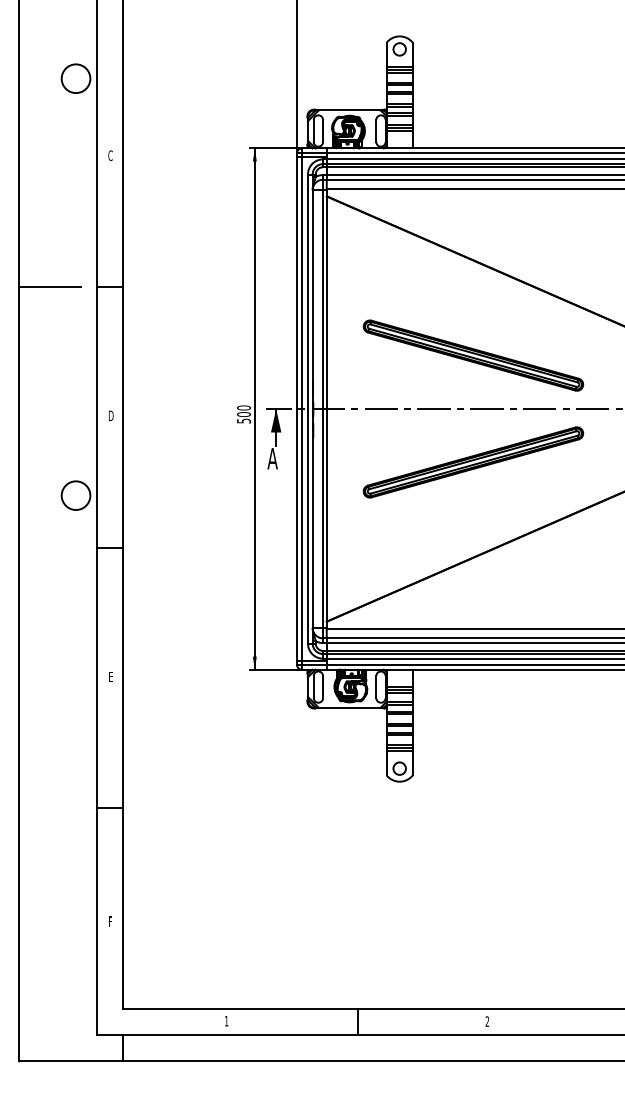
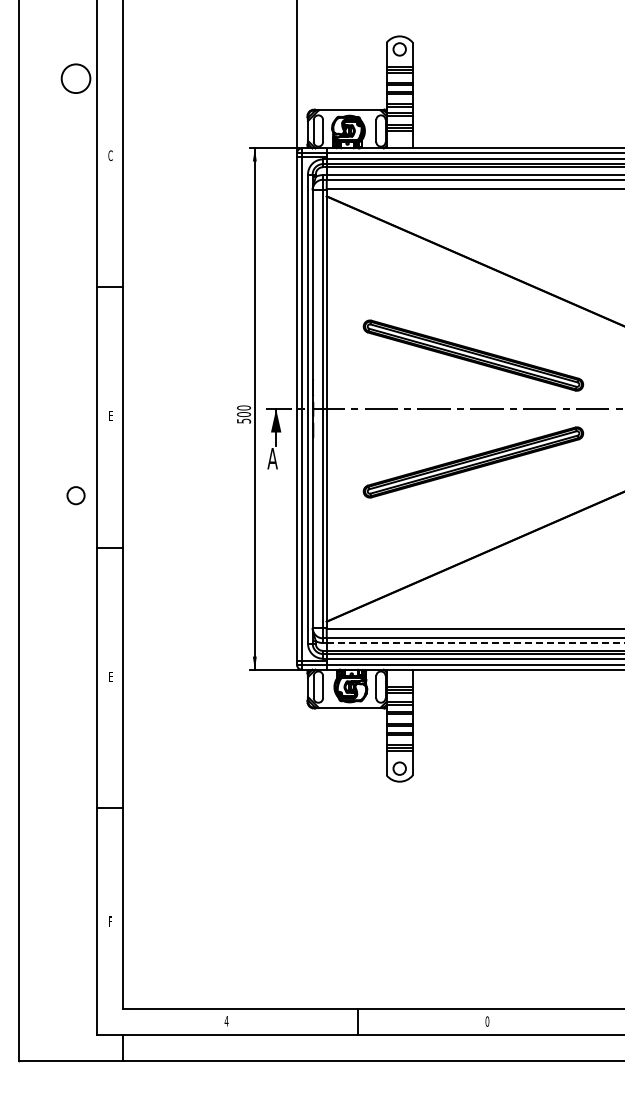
line at (49, 287): present -> none
text at (111, 415): D -> E
circle at (75, 495) diameter: 29 px -> 17 px
line at (475, 643): solid -> dashed
text at (226, 1021): 1 -> 4
text at (487, 1021): 2 -> 0
